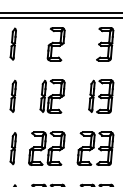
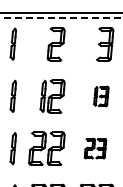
line at (61, 18): solid -> dashed
part at (101, 96) size: 27x35 px -> 17x23 px
part at (95, 148) size: 39x35 px -> 25x22 px
